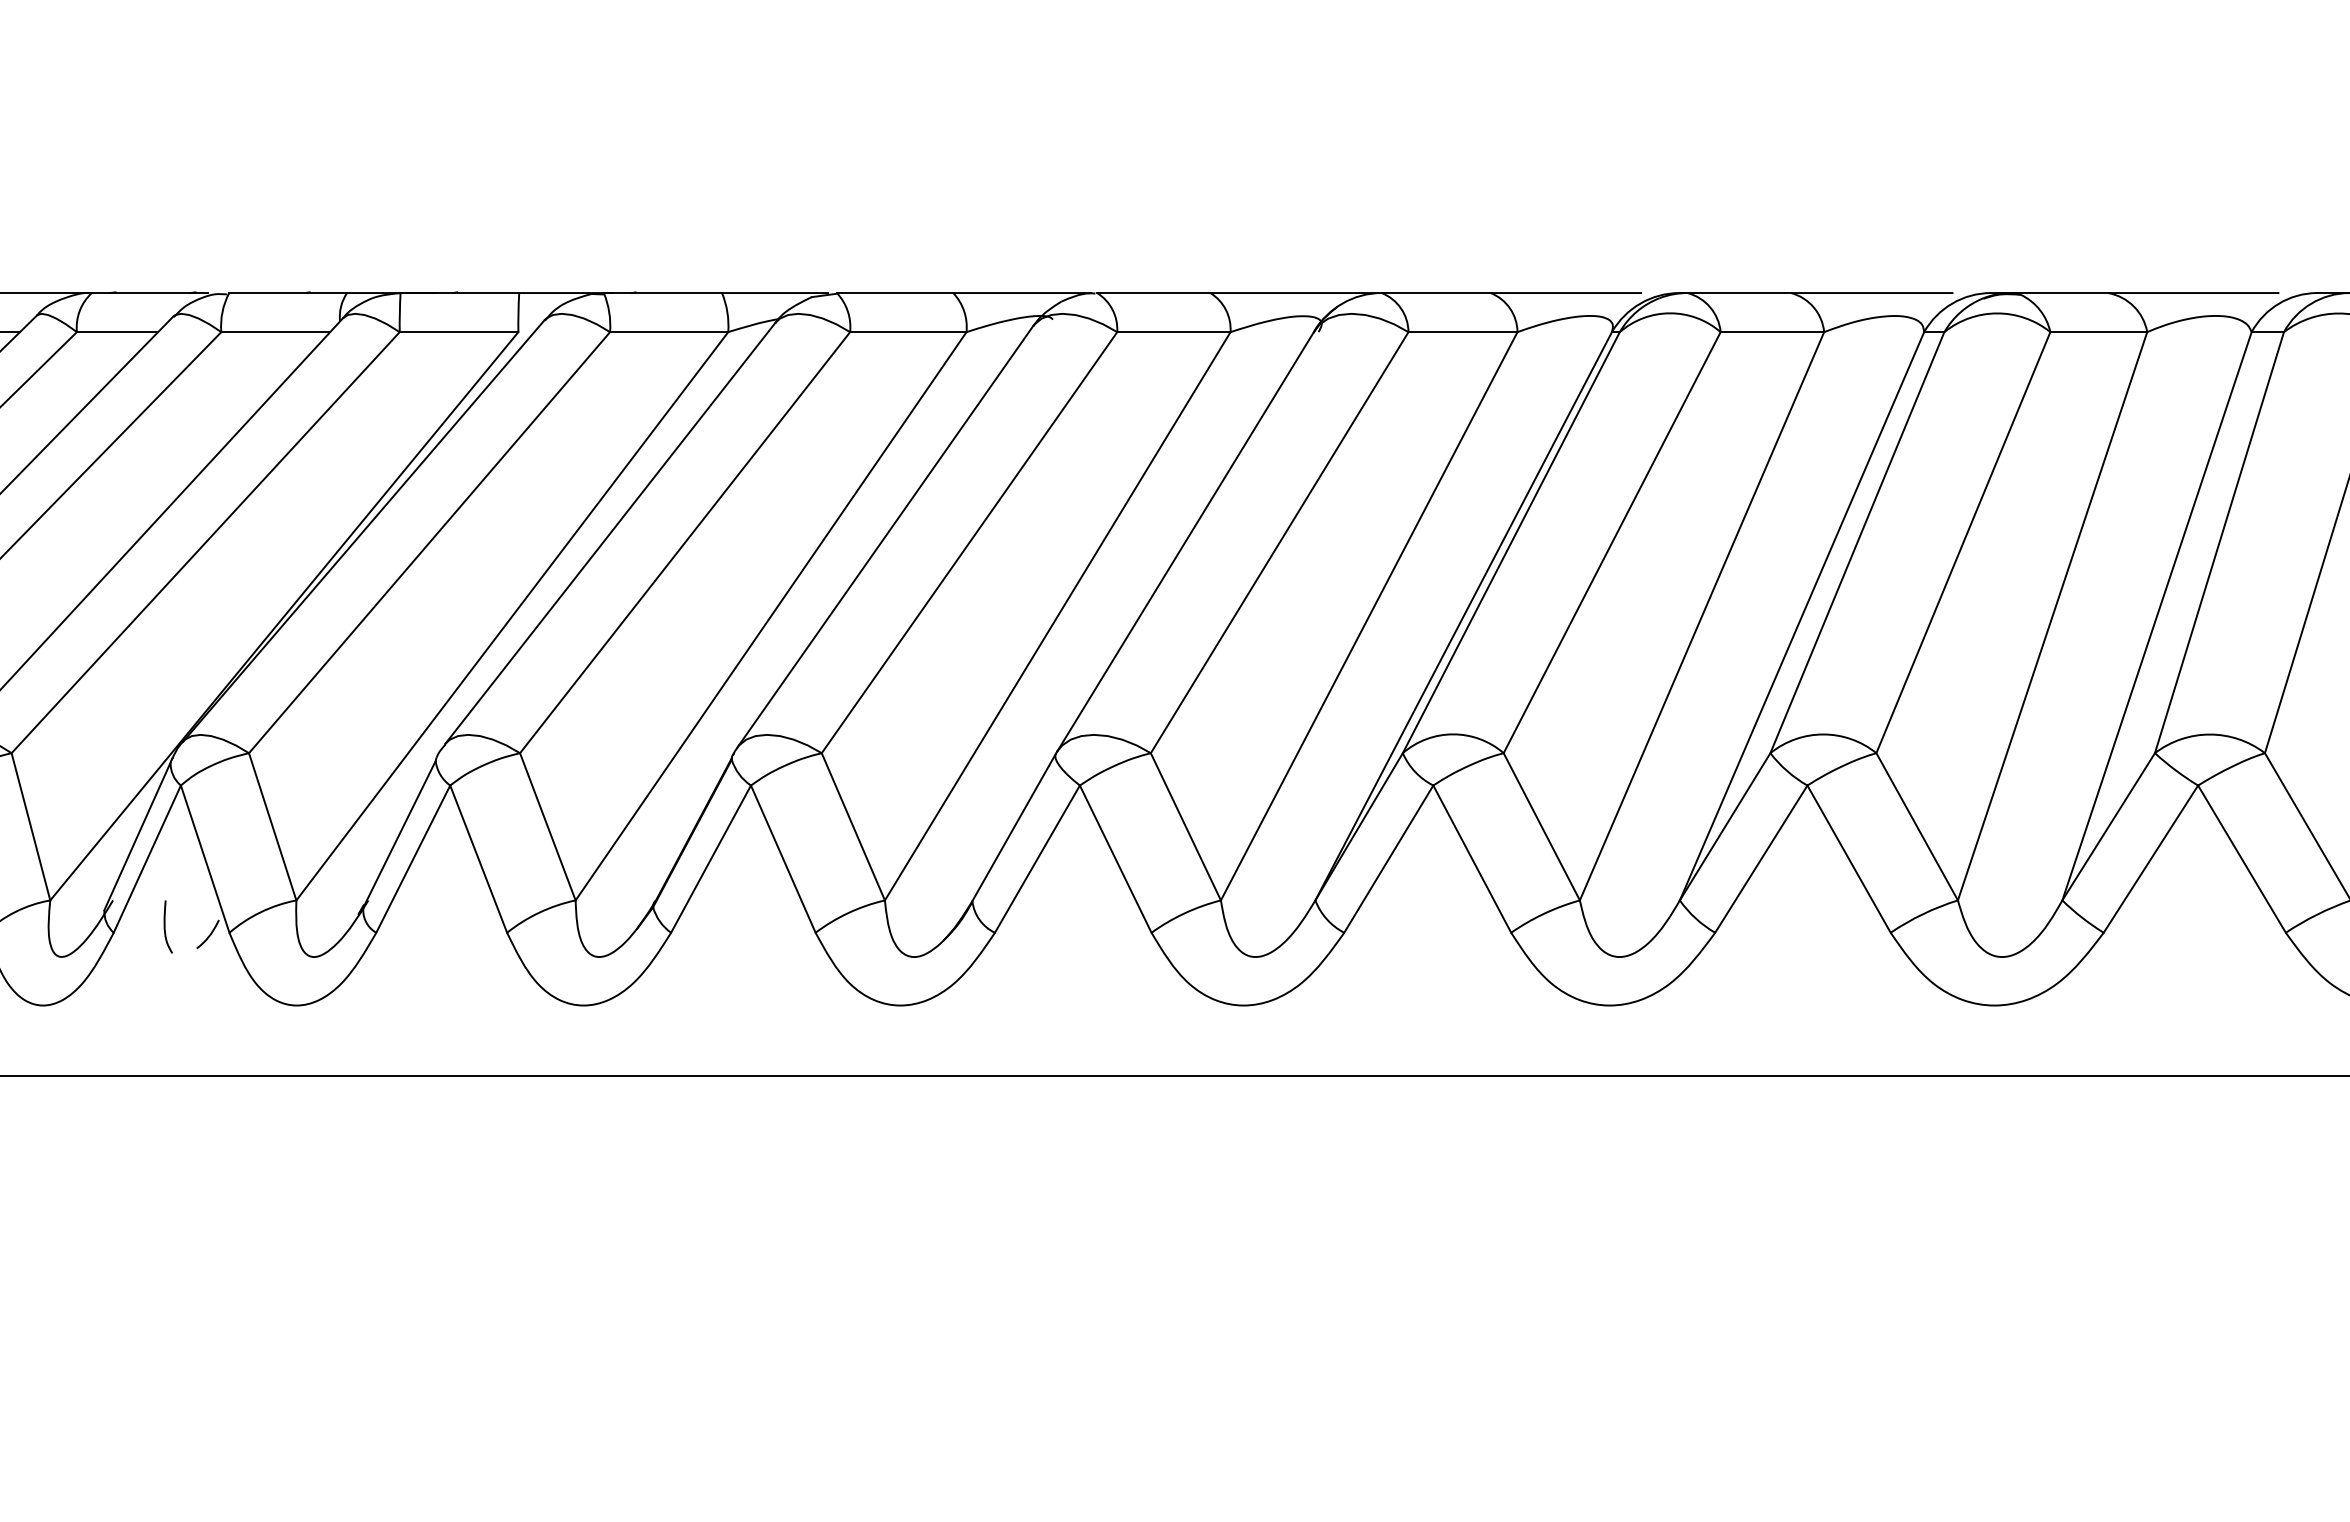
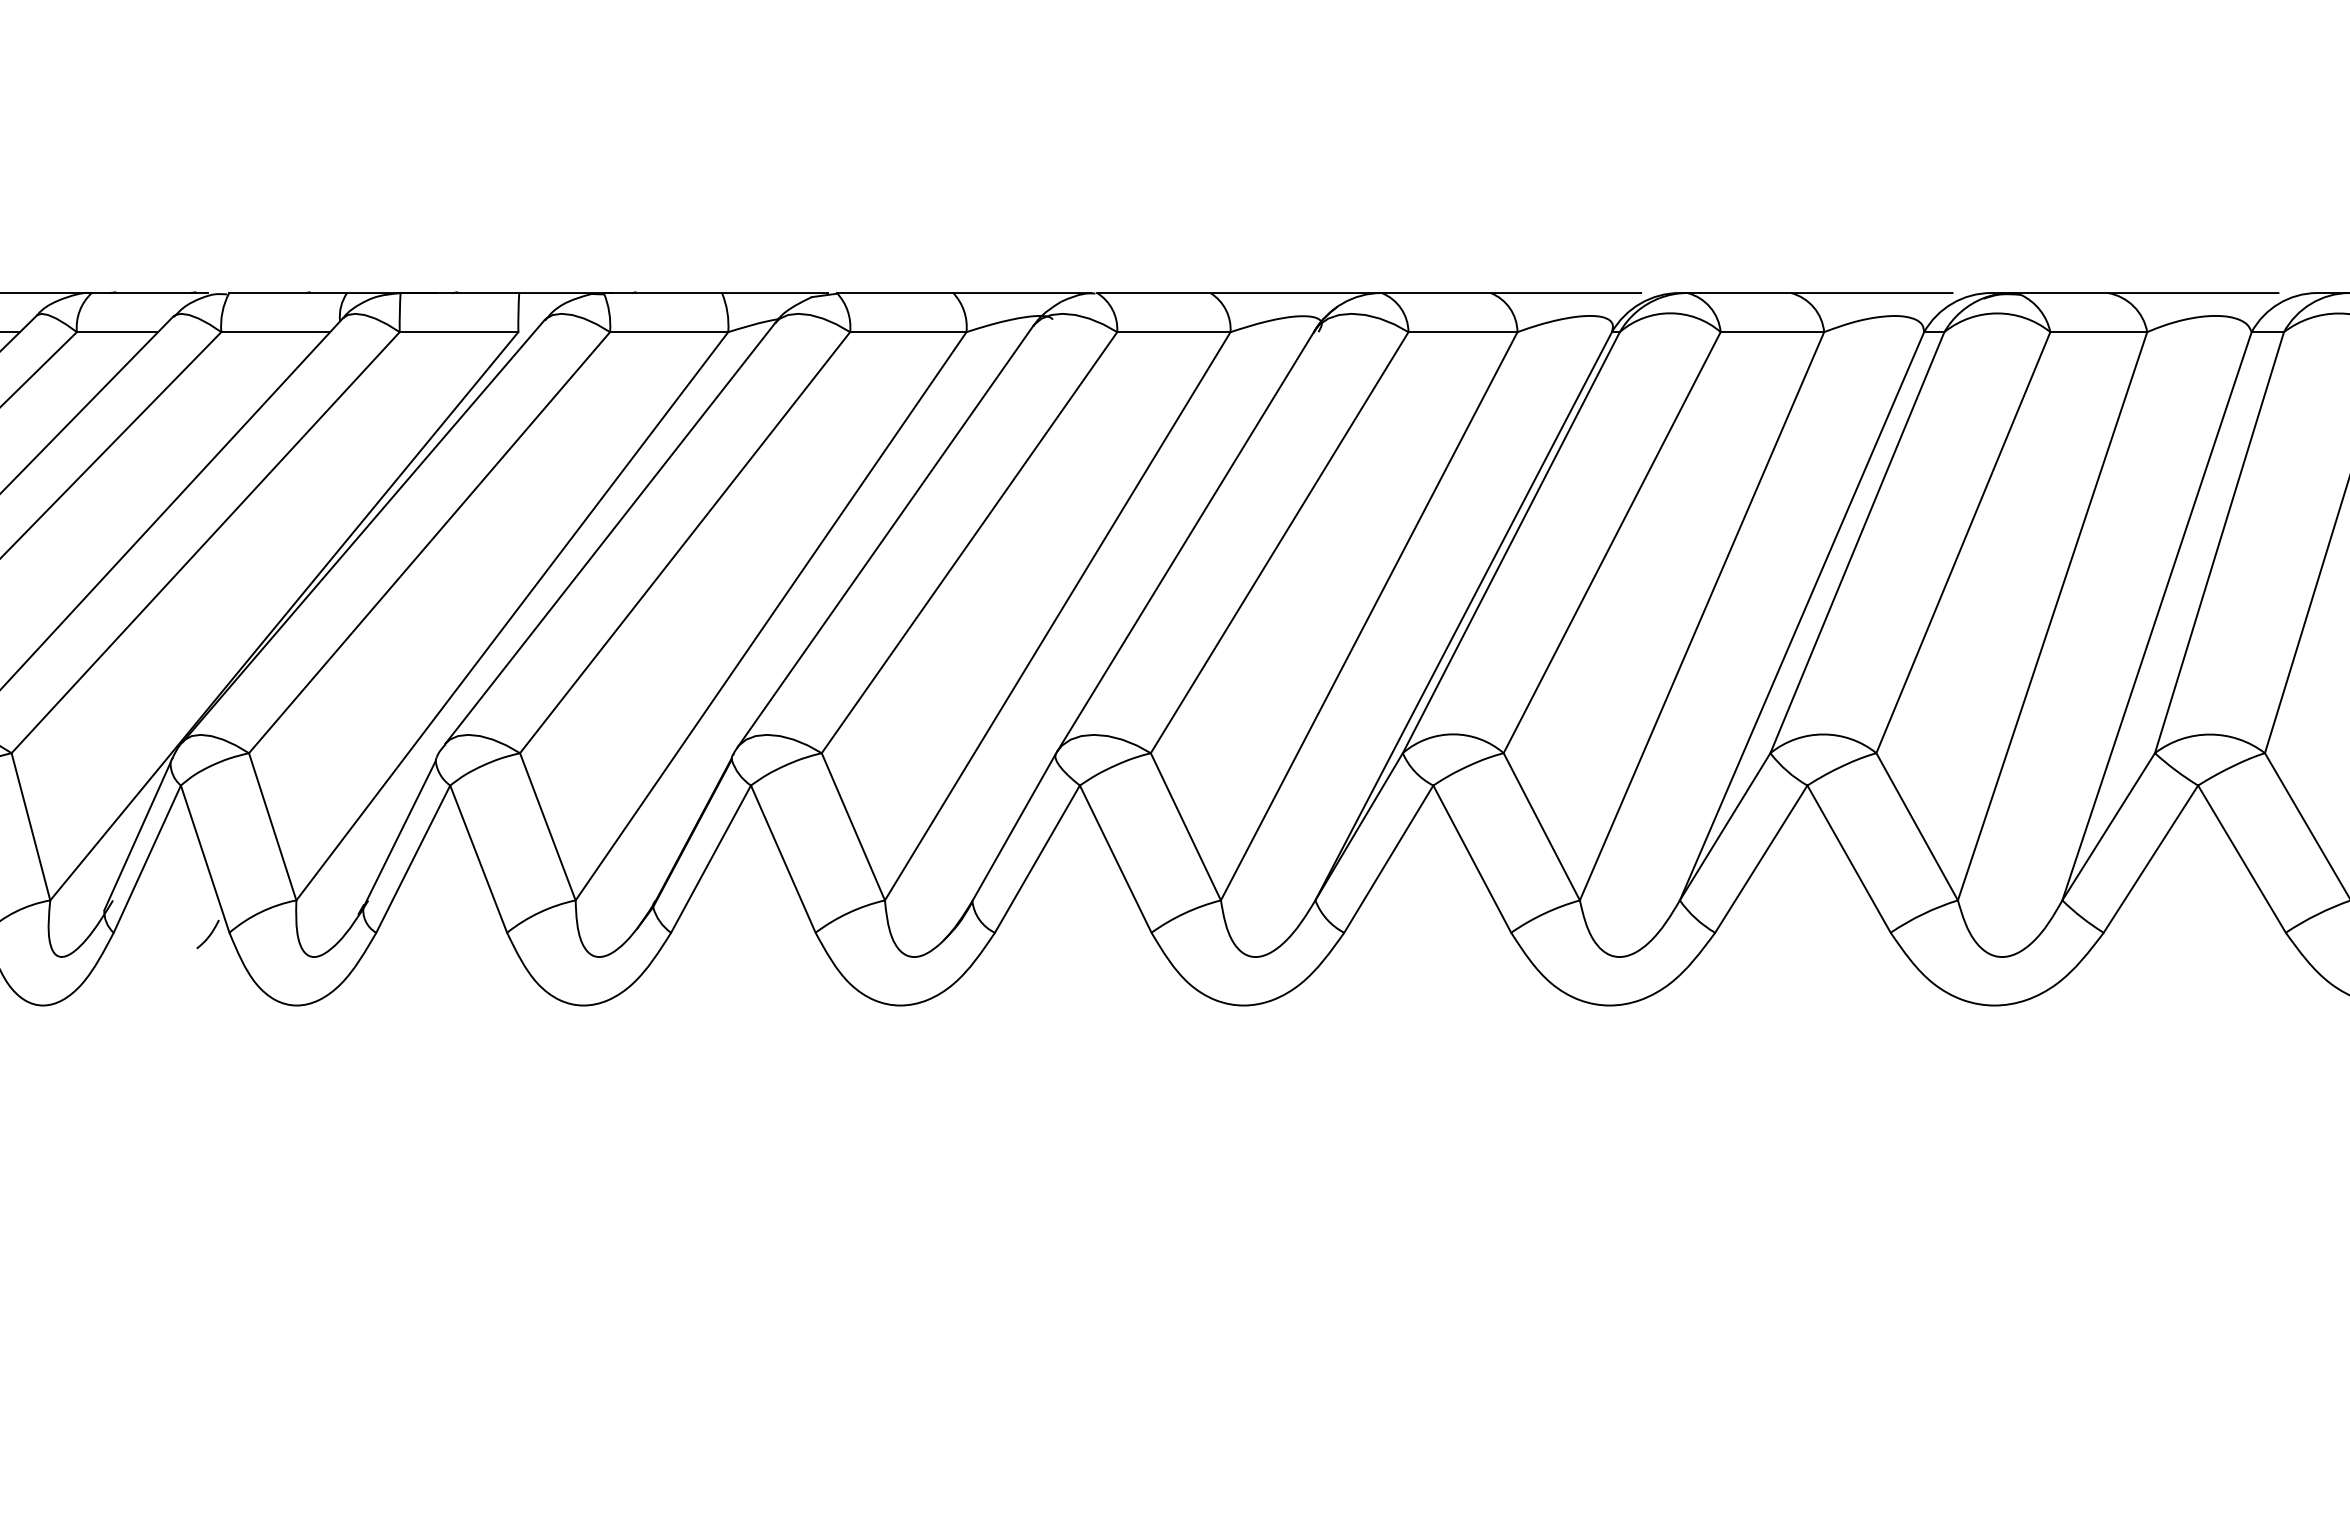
curve at (165, 926): present -> none
line at (1174, 1076): present -> none
